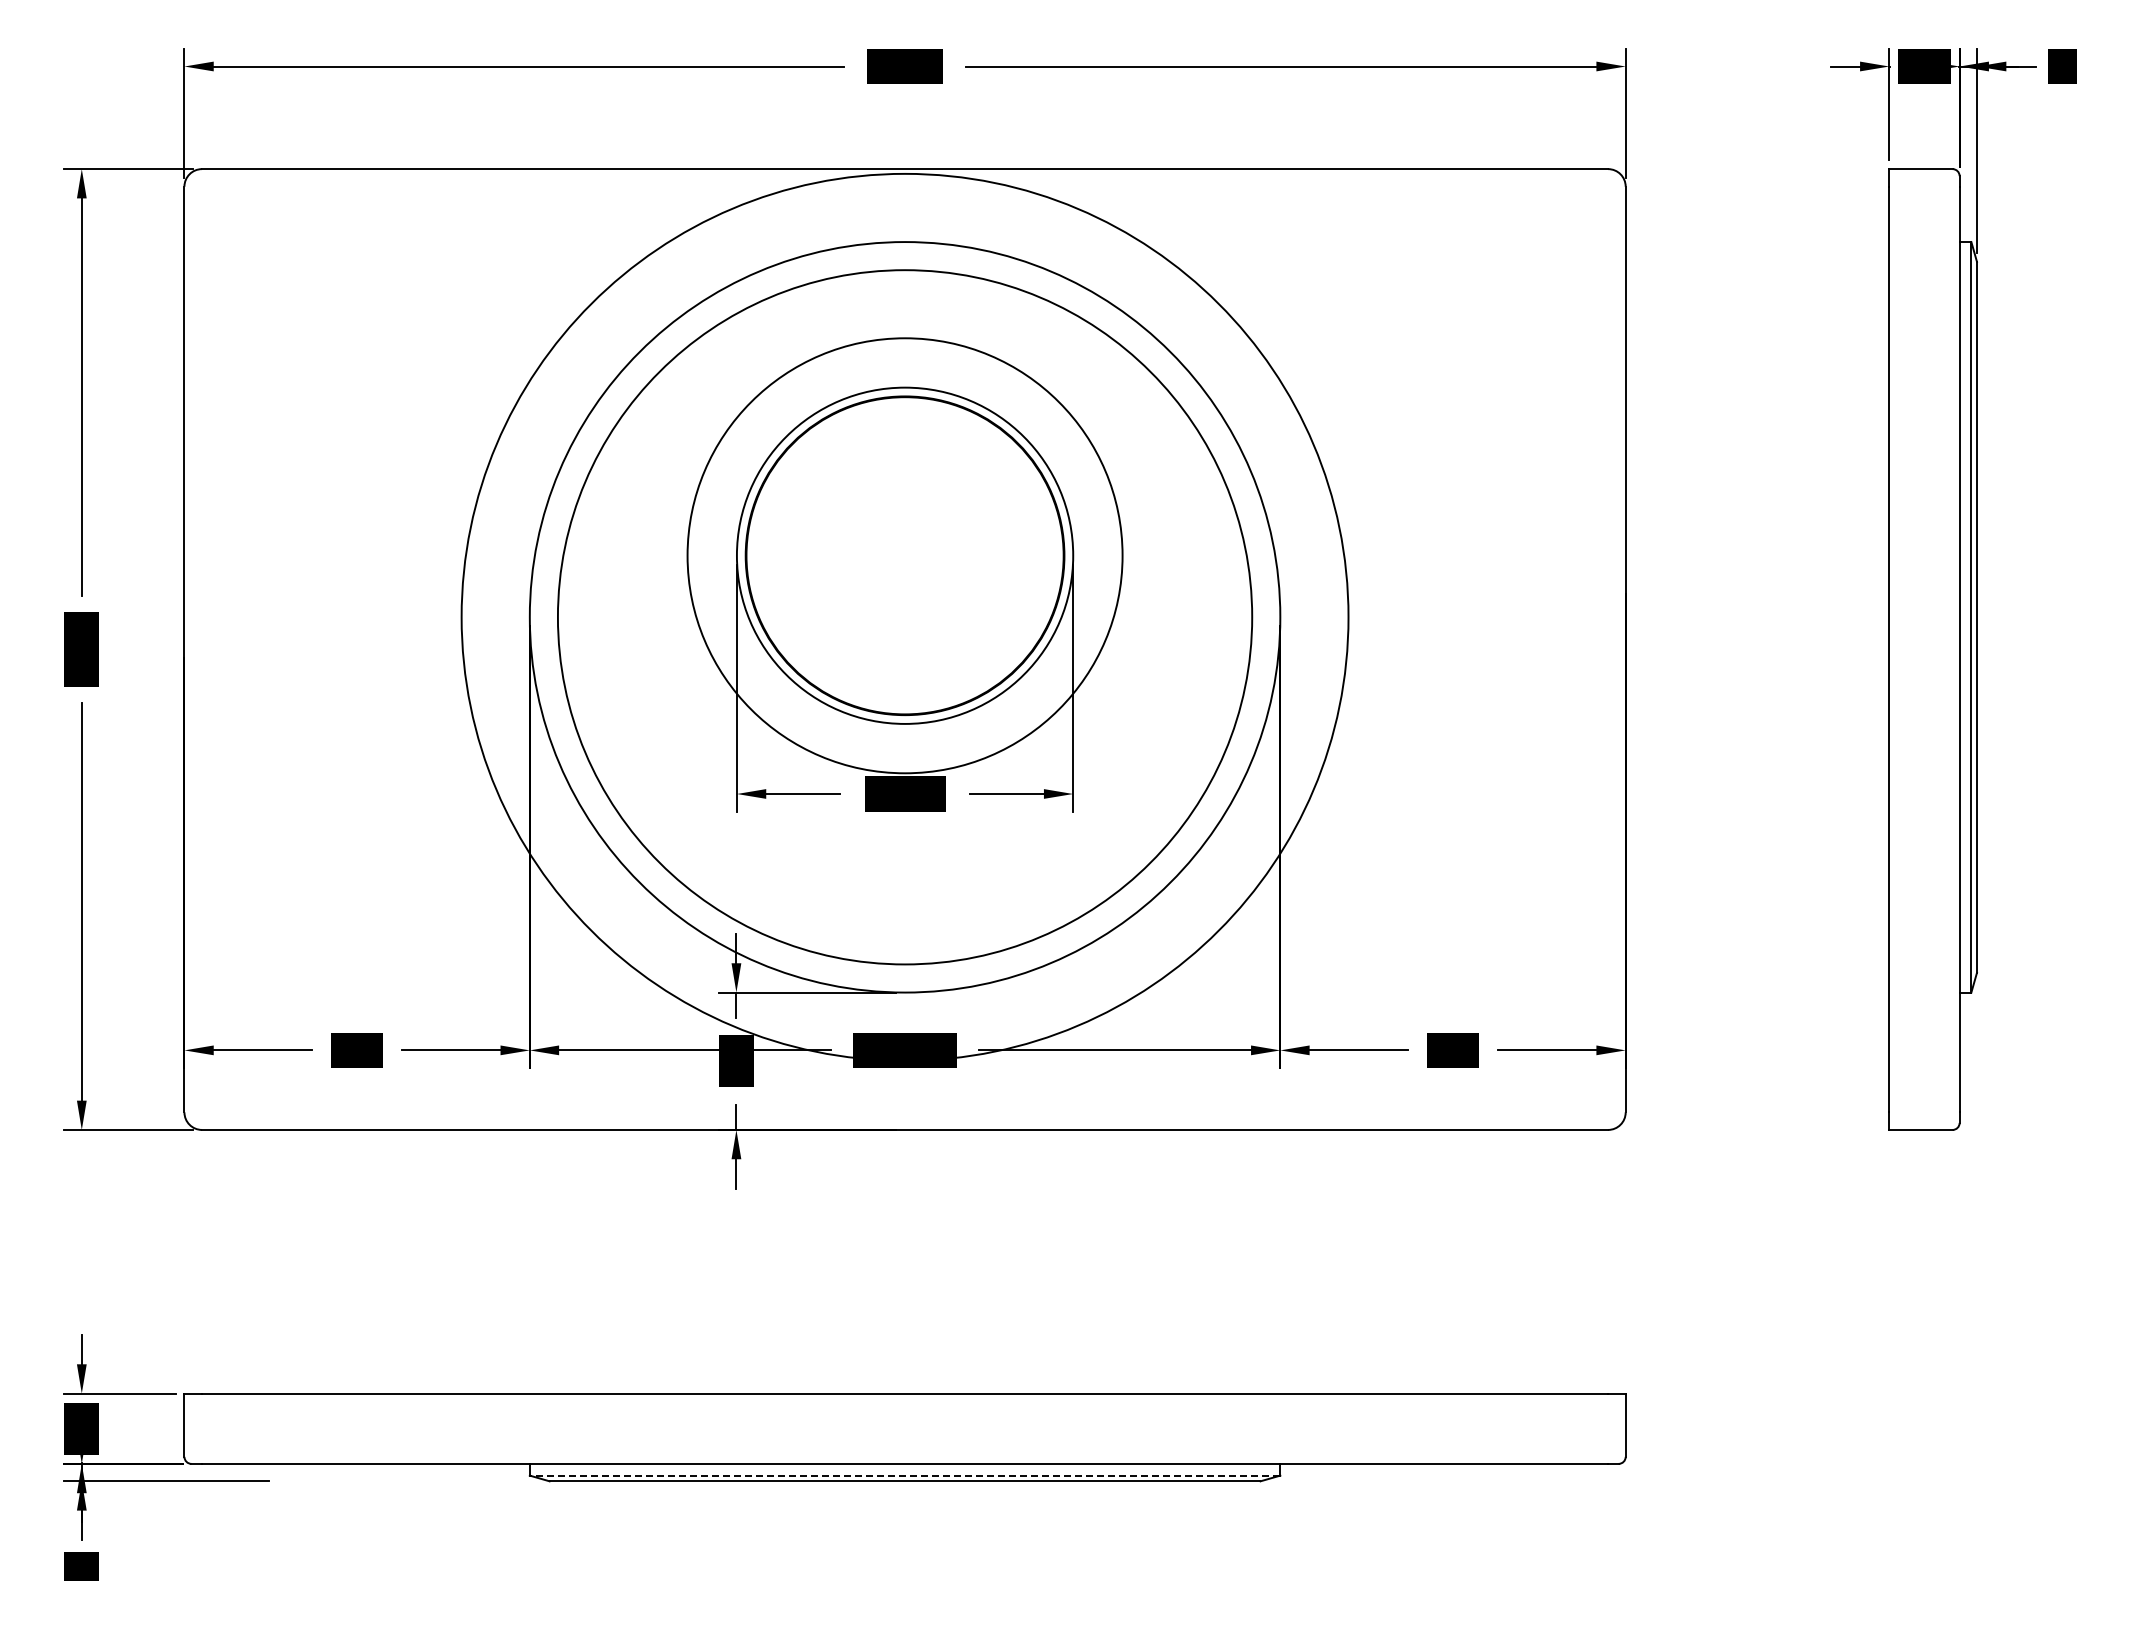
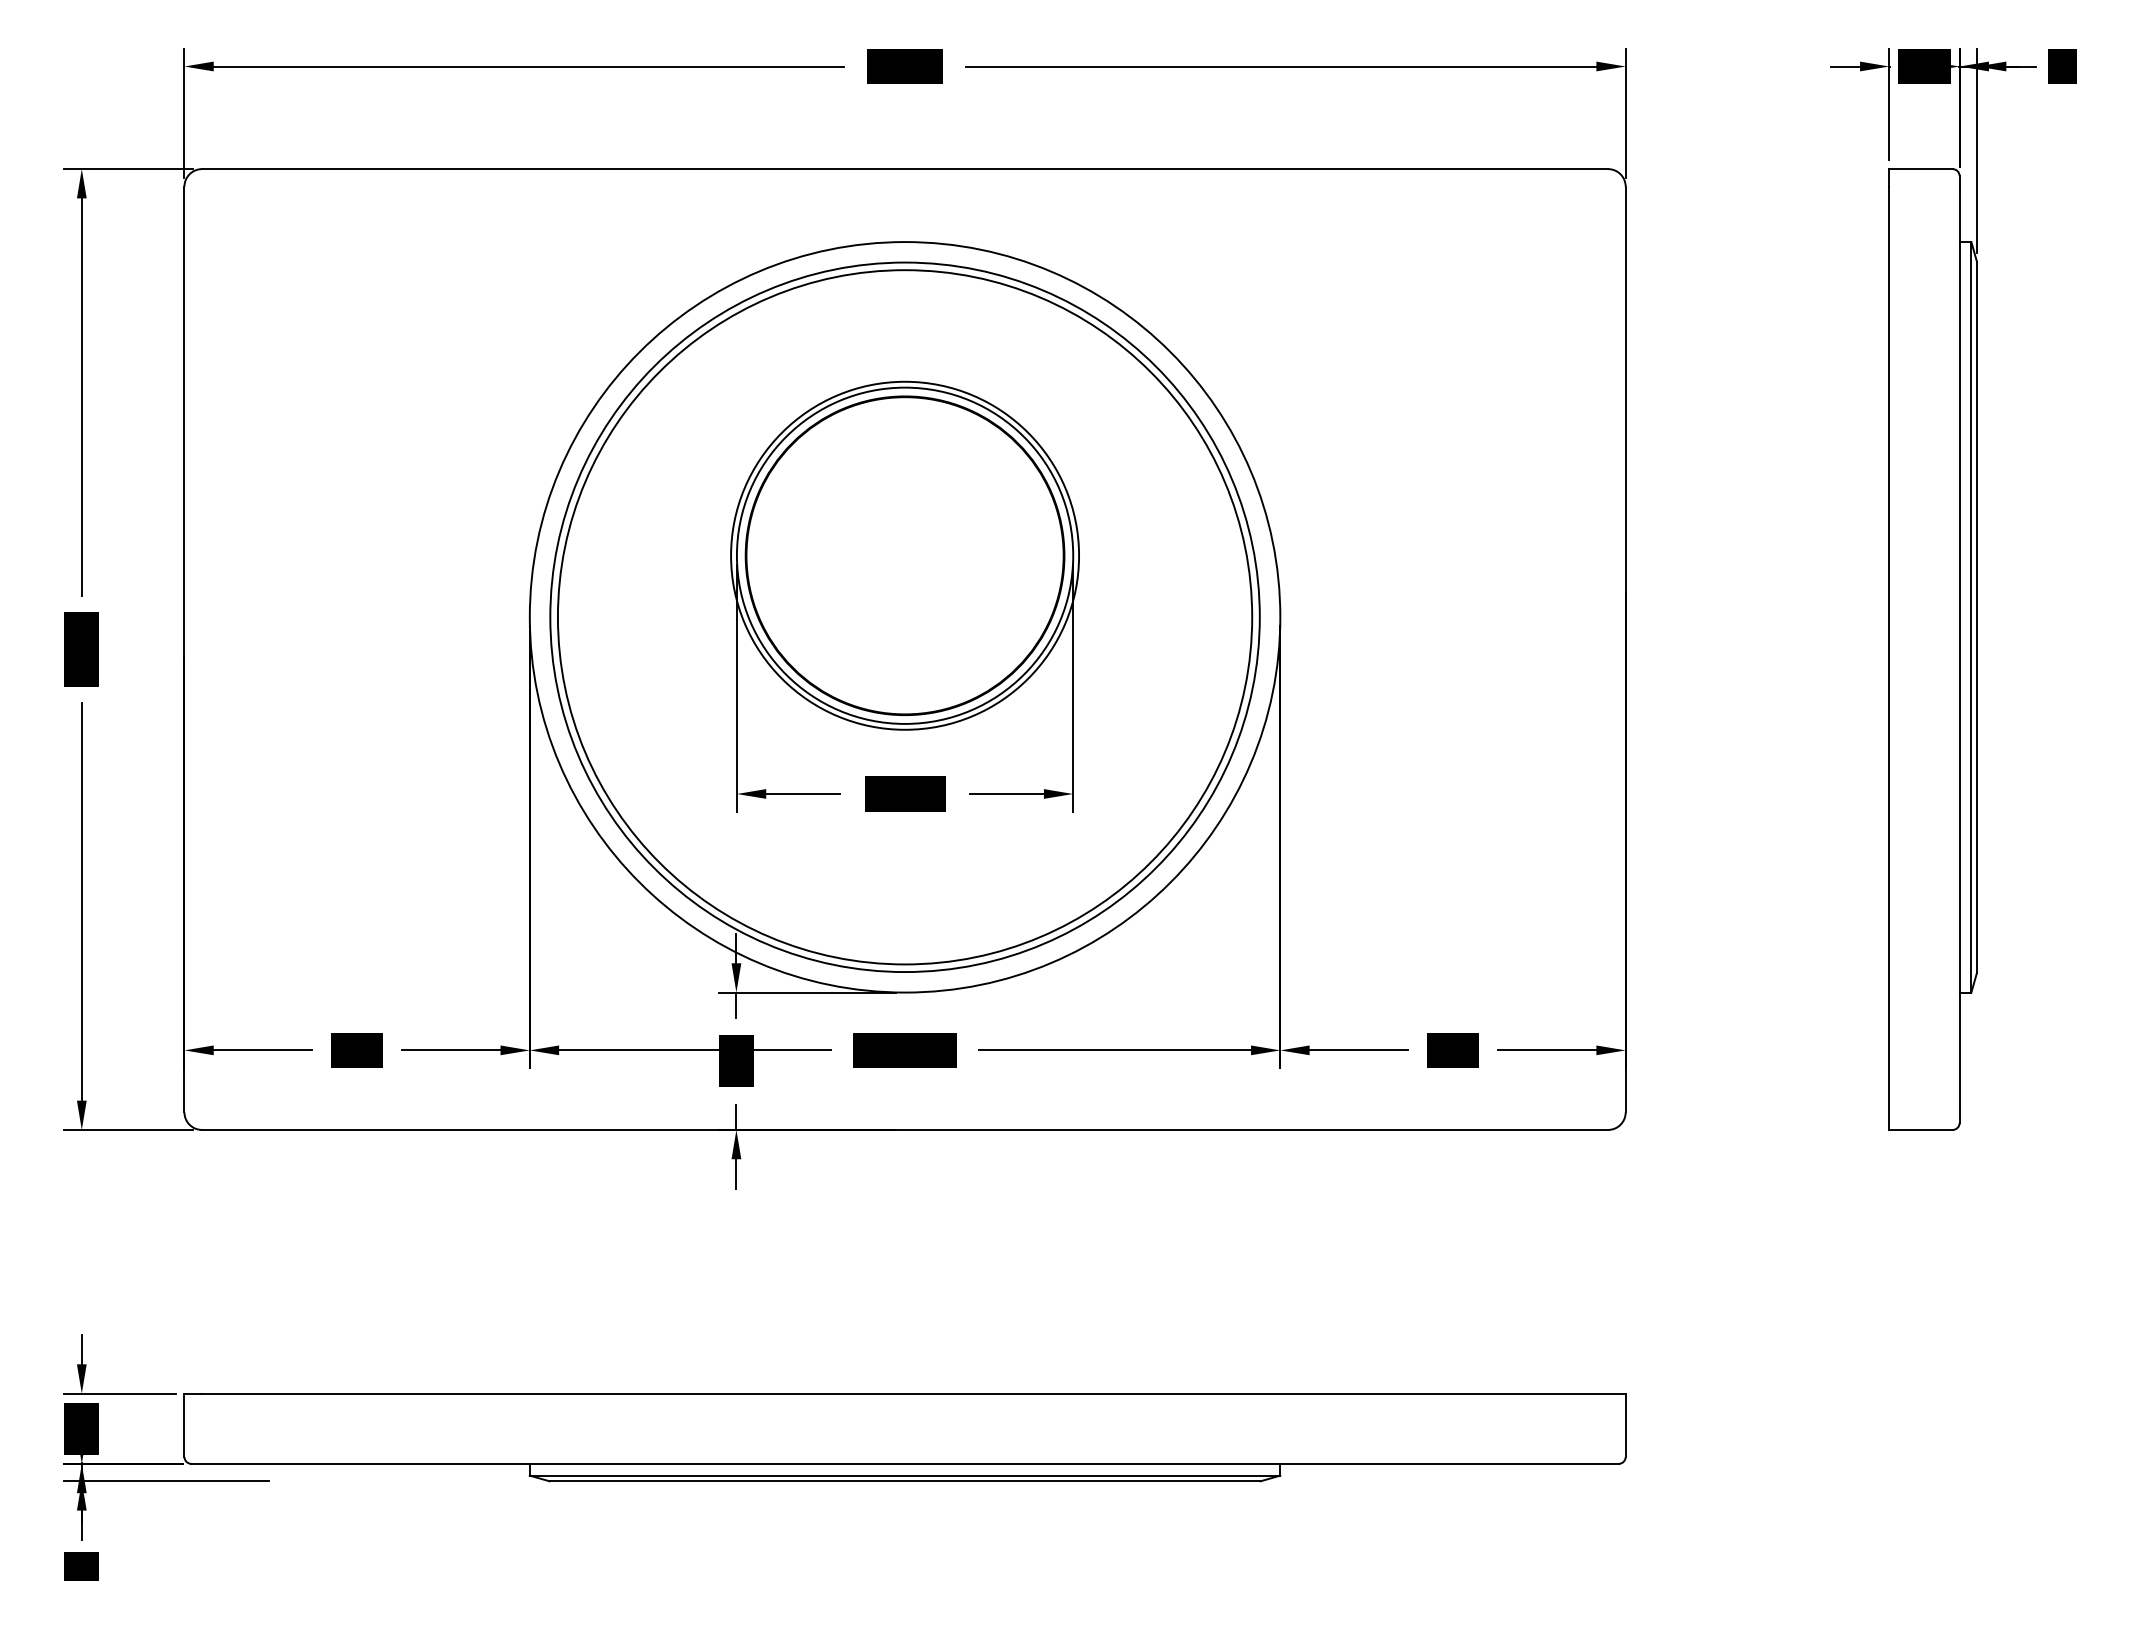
circle at (904, 555) diameter: 435 px -> 348 px
circle at (904, 616) diameter: 887 px -> 709 px
line at (904, 1475): dashed -> solid
